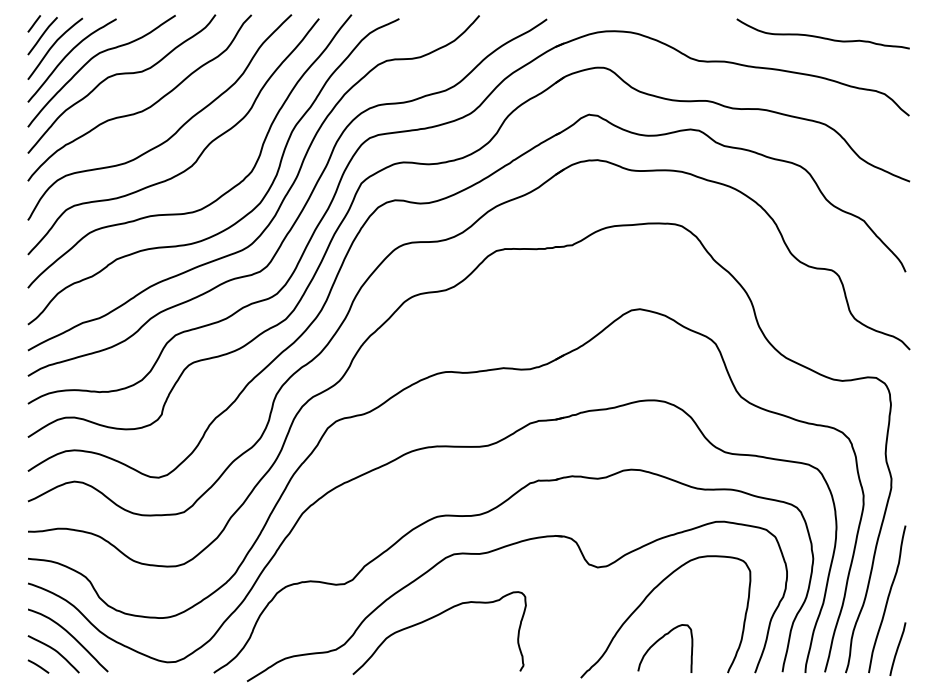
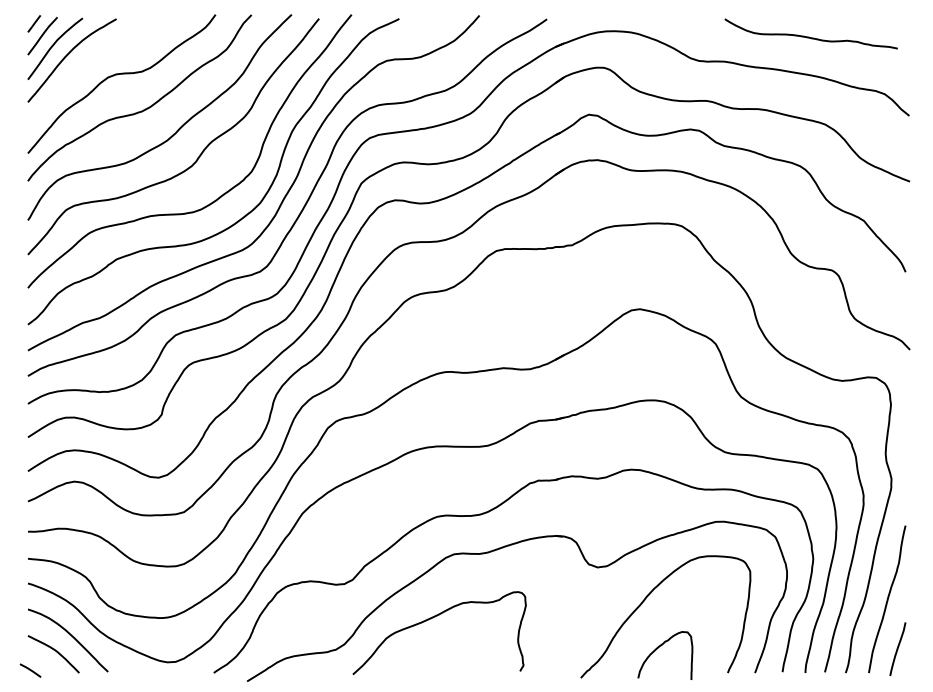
curve at (821, 36) position: (821, 36) -> (809, 36)
curve at (91, 60): present -> none
curve at (661, 639) position: (661, 639) -> (661, 646)
line at (38, 666) position: (38, 666) -> (30, 670)
